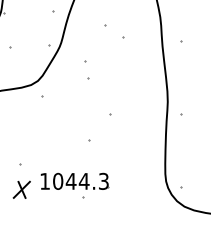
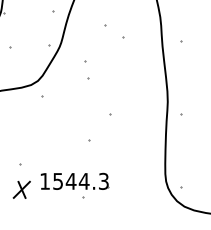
text at (58, 180): 1044.3 -> 1544.3
